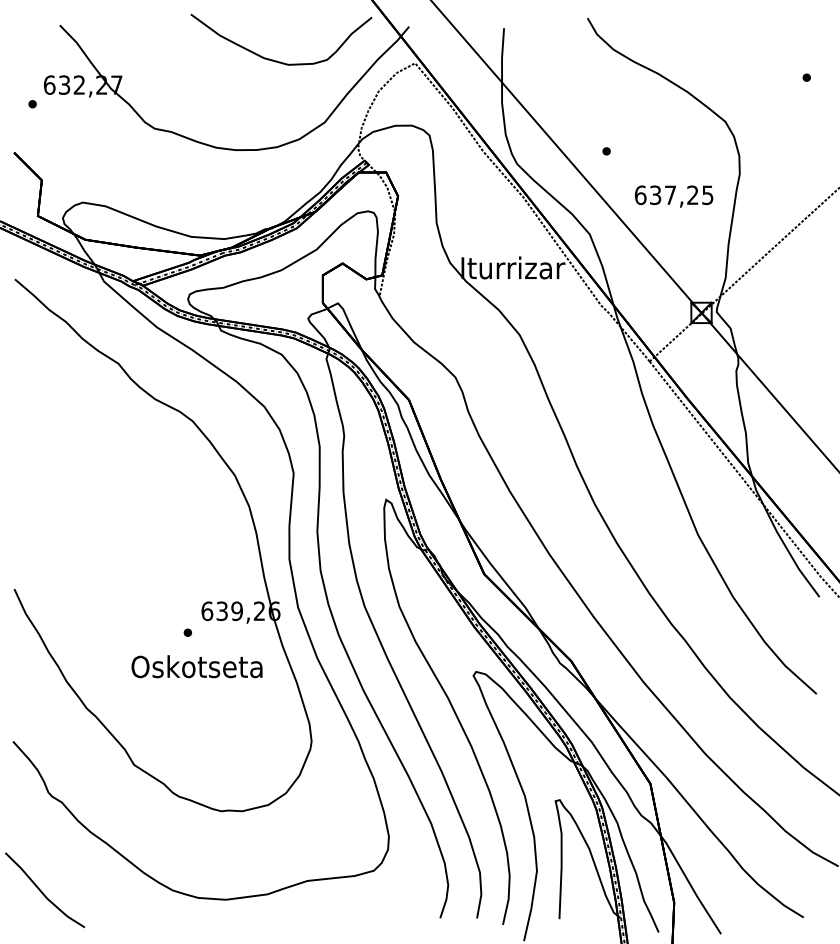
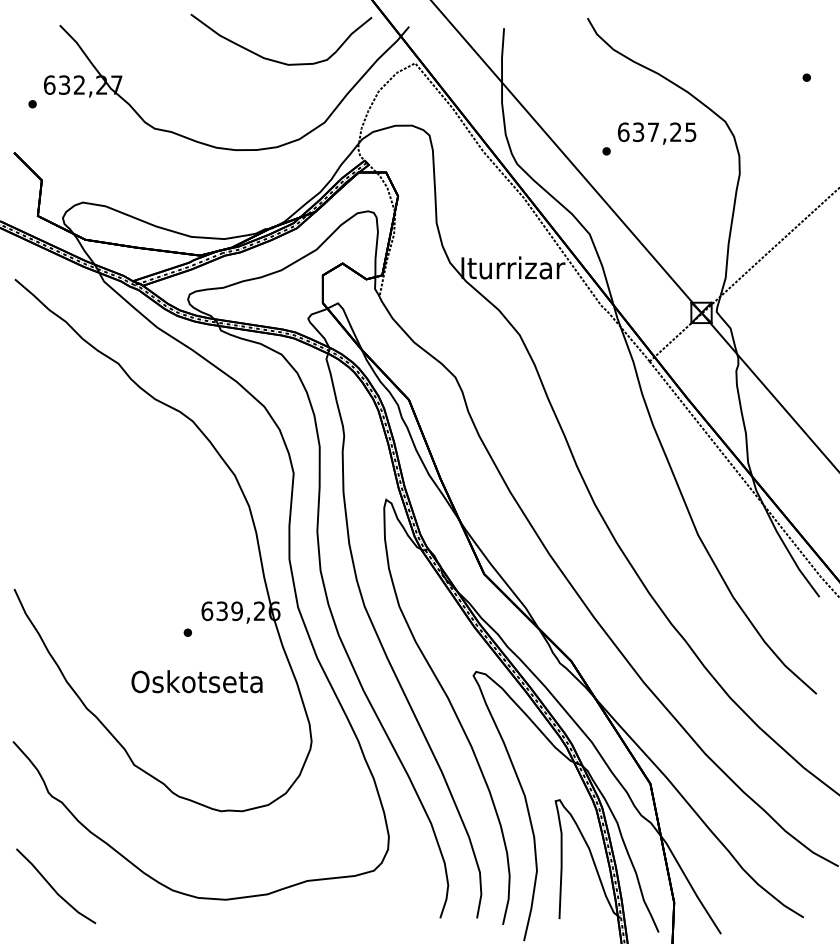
text at (674, 196) position: (674, 196) -> (657, 133)
text at (196, 666) position: (196, 666) -> (196, 681)
line at (43, 892) position: (43, 892) -> (54, 888)
